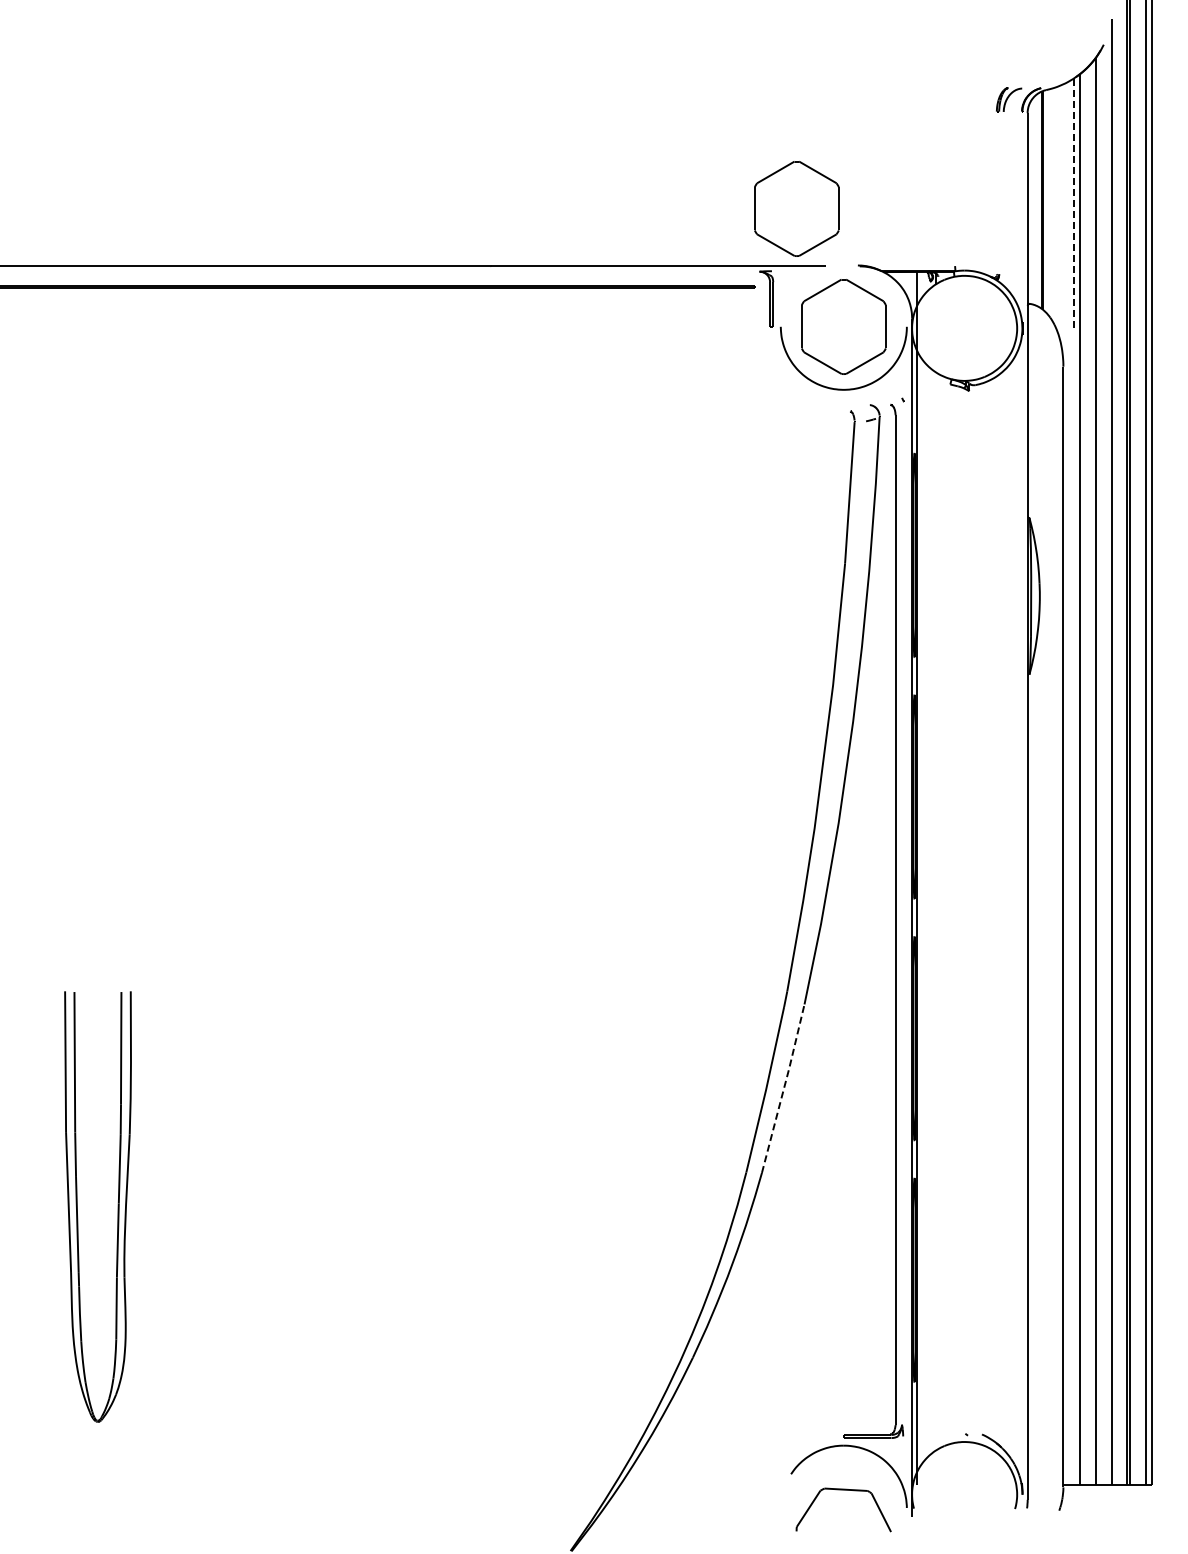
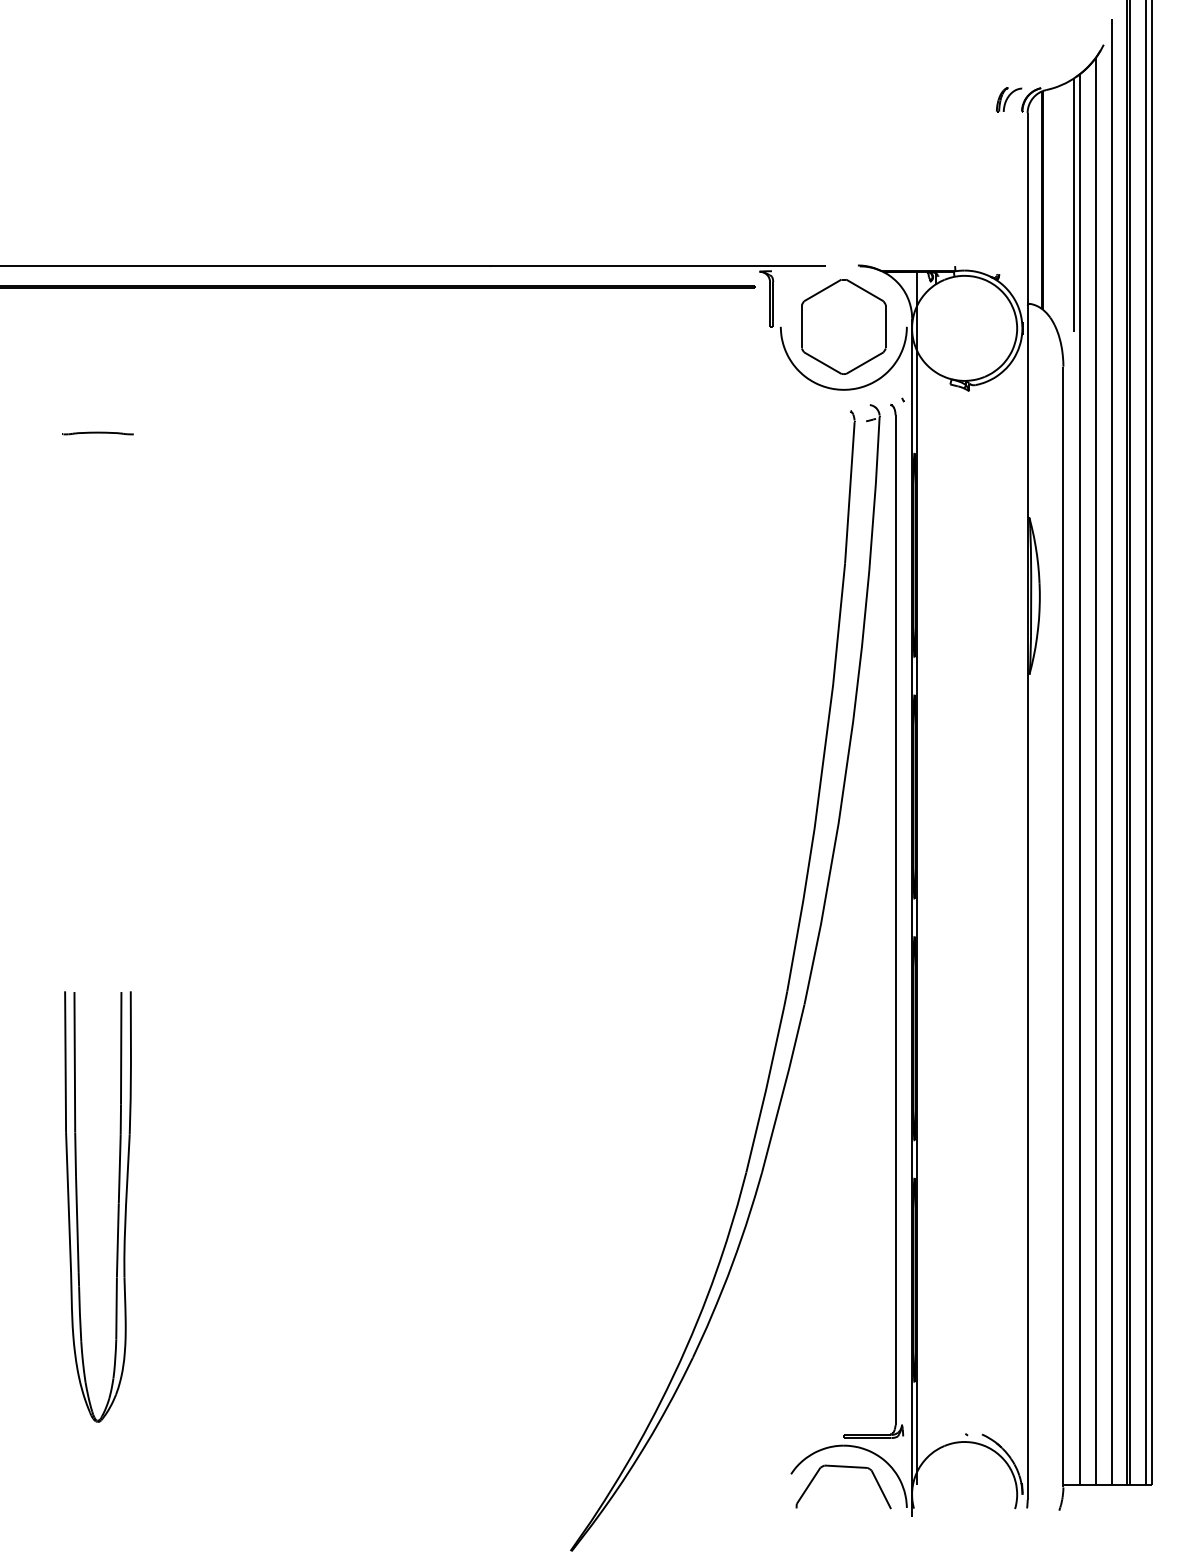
line at (1073, 205): dashed -> solid
part at (796, 208): present -> none
part at (97, 433): none -> present
line at (784, 1088): dashed -> solid
part at (843, 1490) position: (843, 1490) -> (843, 1467)
